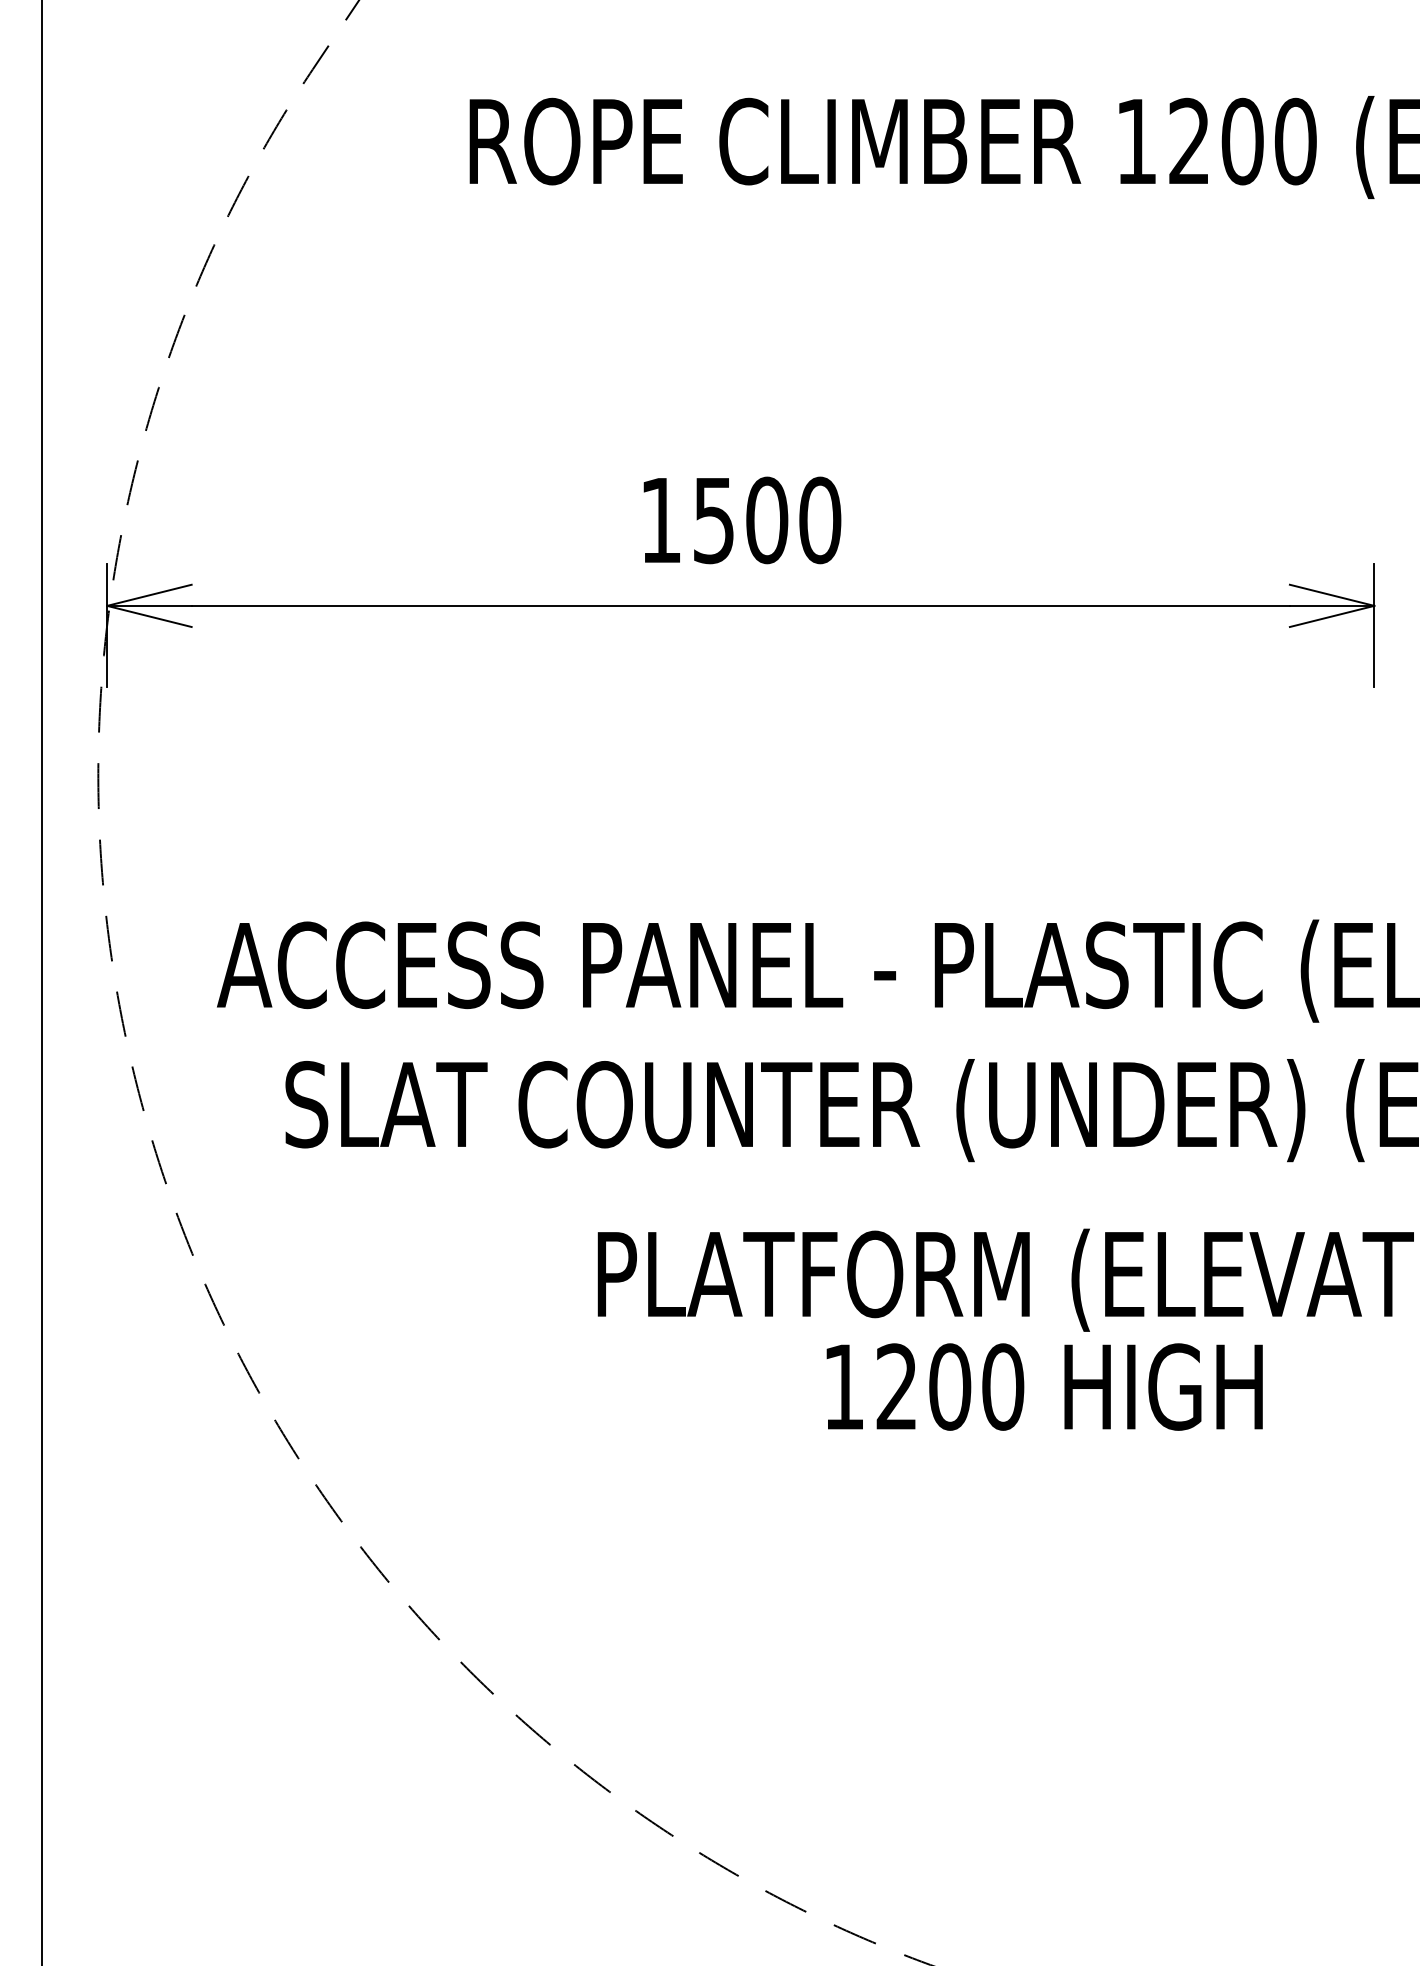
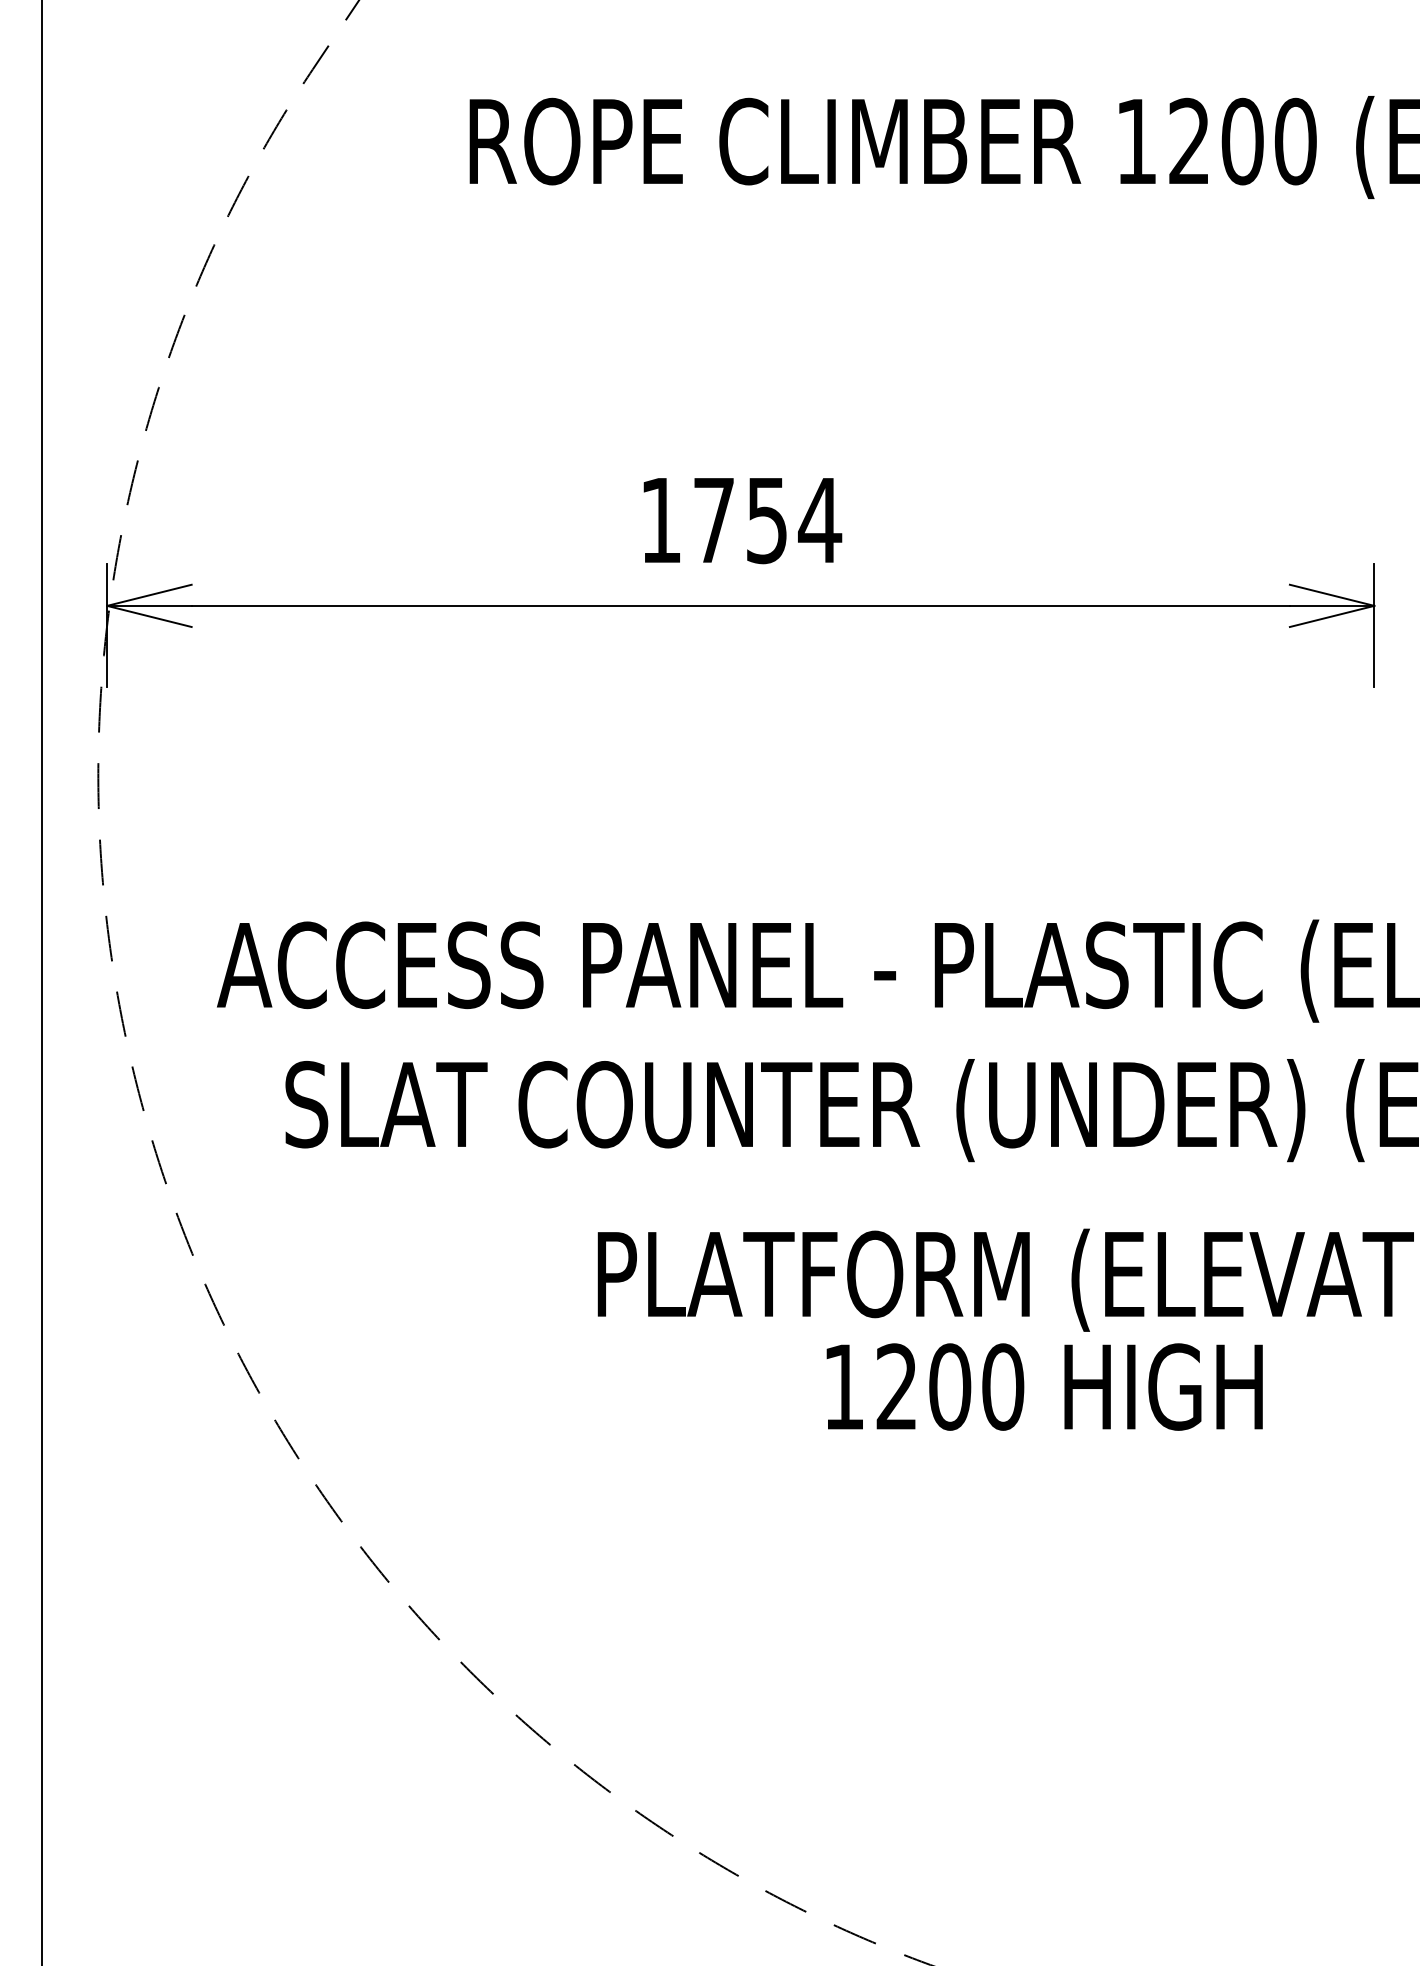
text at (768, 520): 1500 -> 1754
